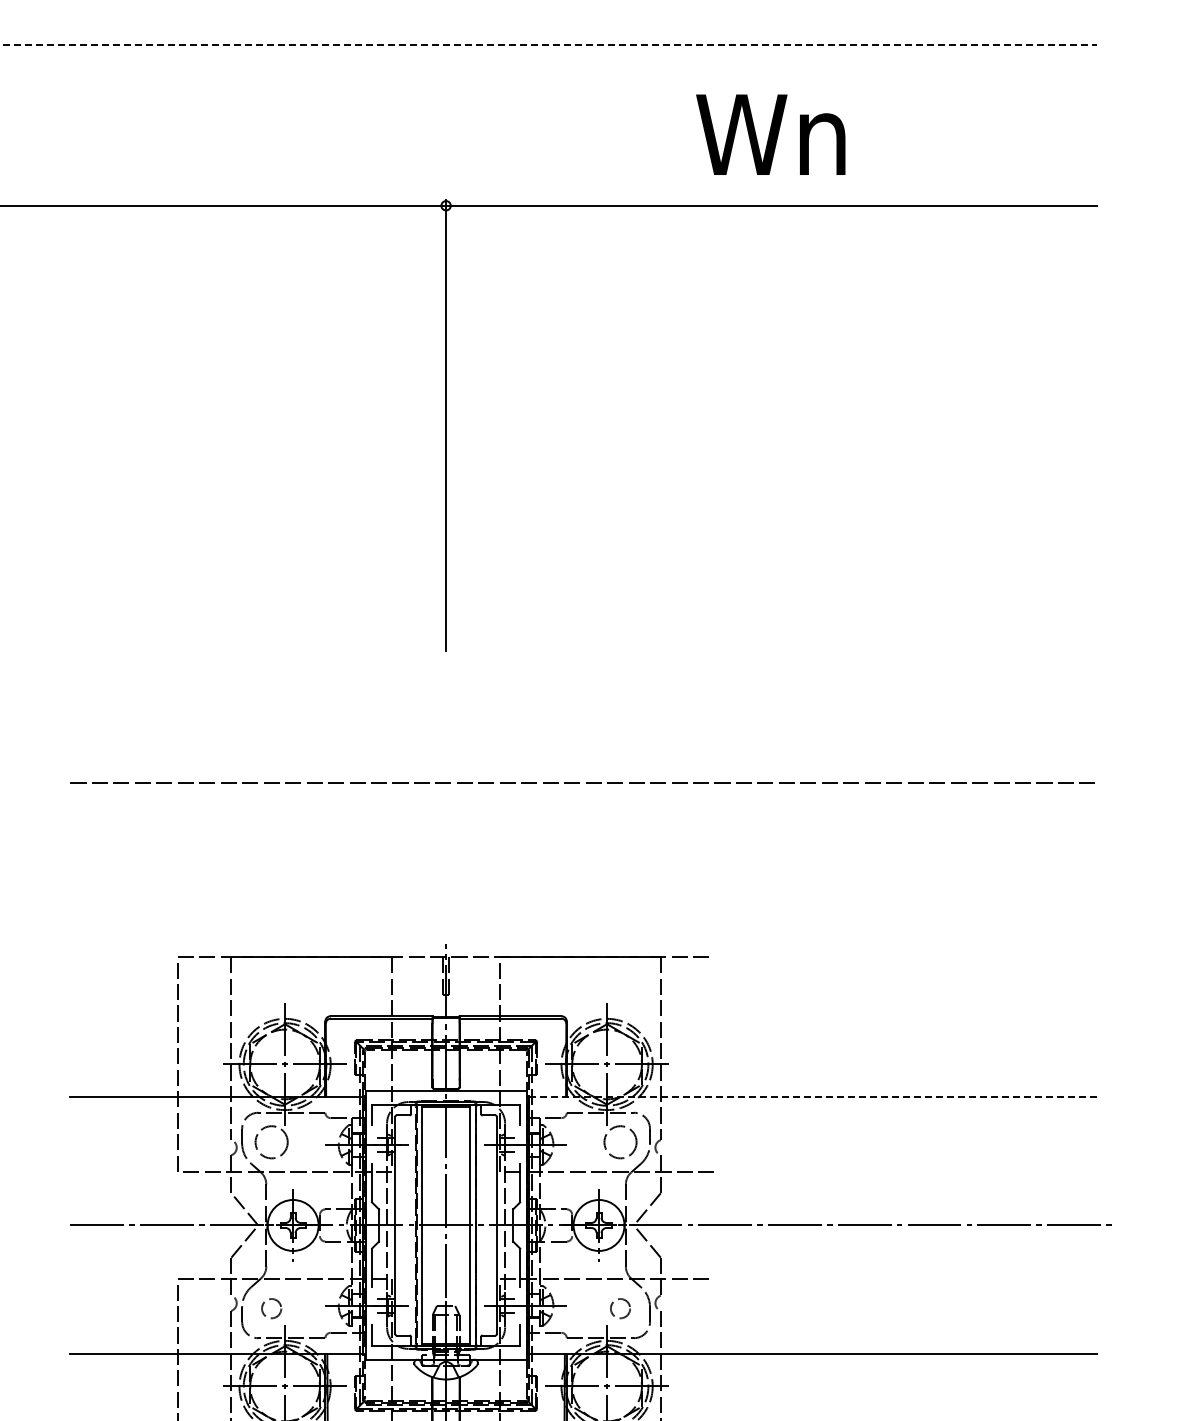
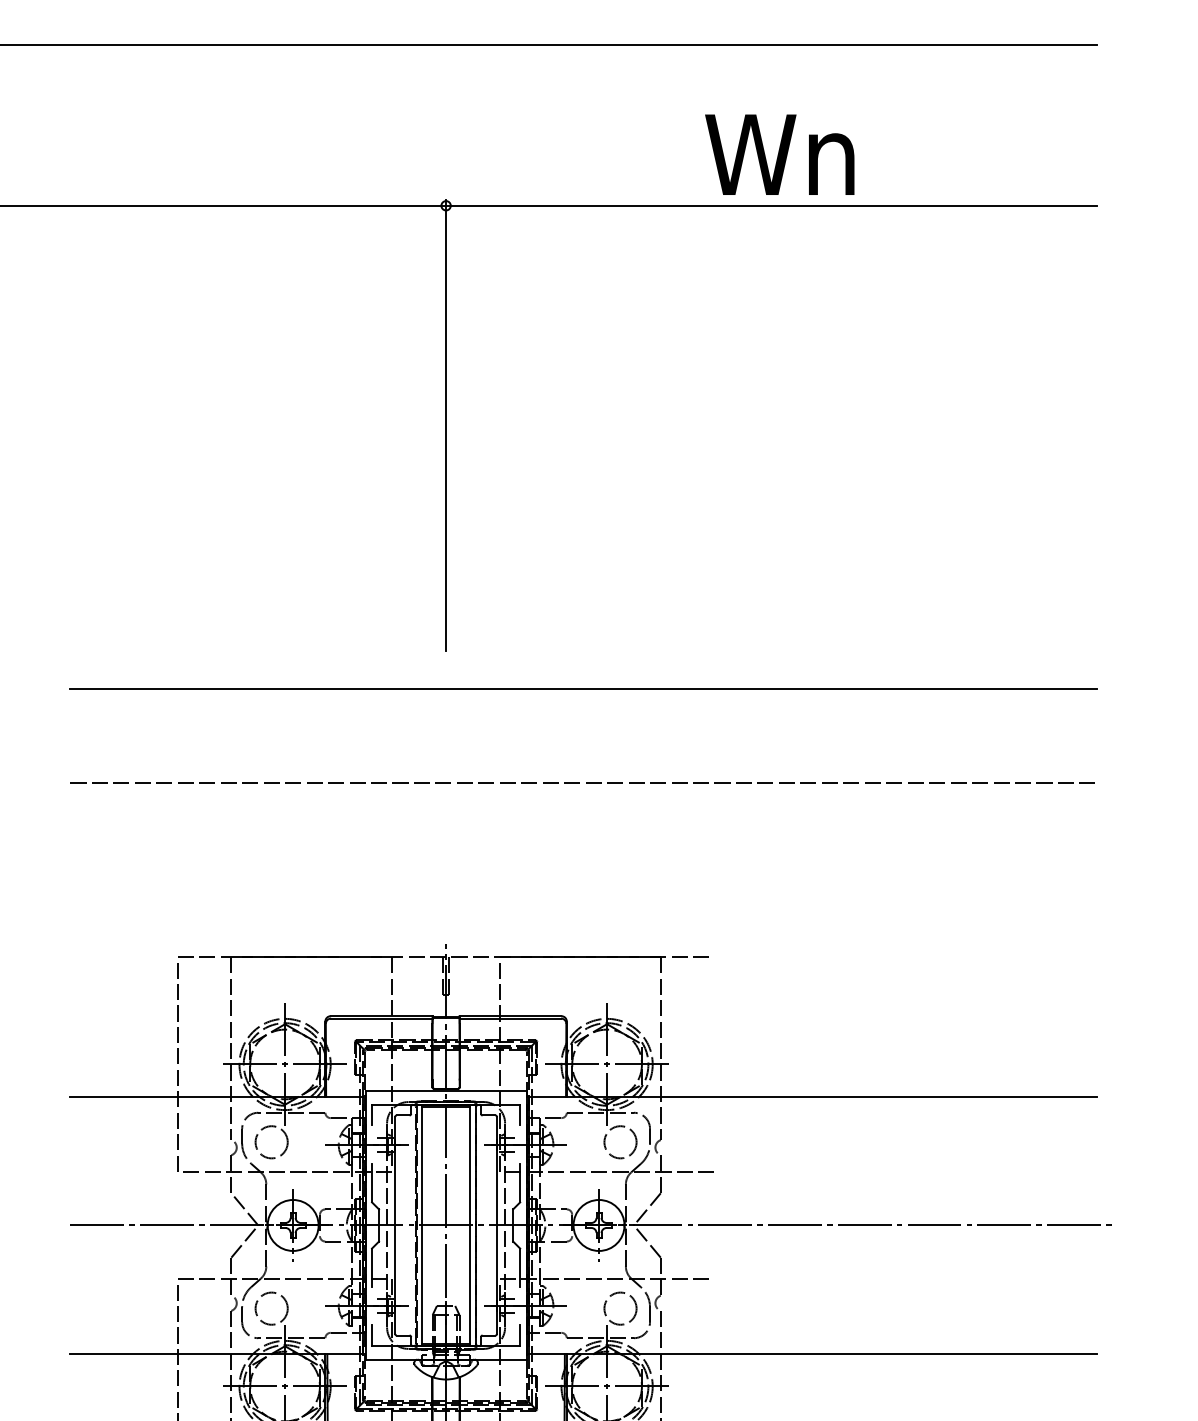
line at (548, 44): dashed -> solid
text at (770, 134) position: (770, 134) -> (779, 154)
line at (583, 688): none -> present
line at (813, 1096): dashed -> solid
circle at (271, 1308) diameter: 19 px -> 32 px
circle at (620, 1308) diameter: 19 px -> 32 px
